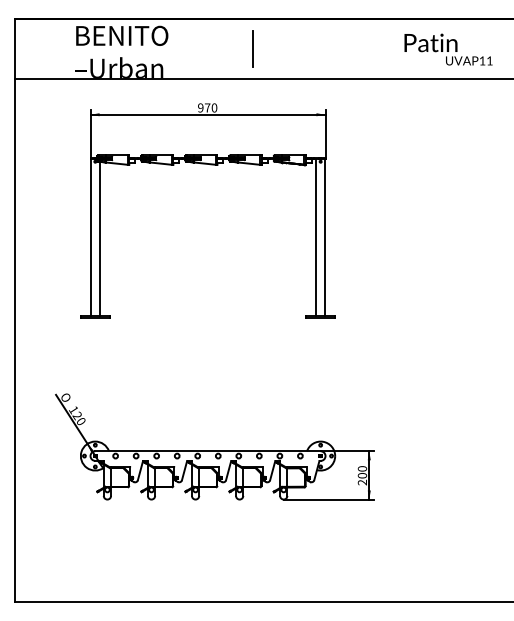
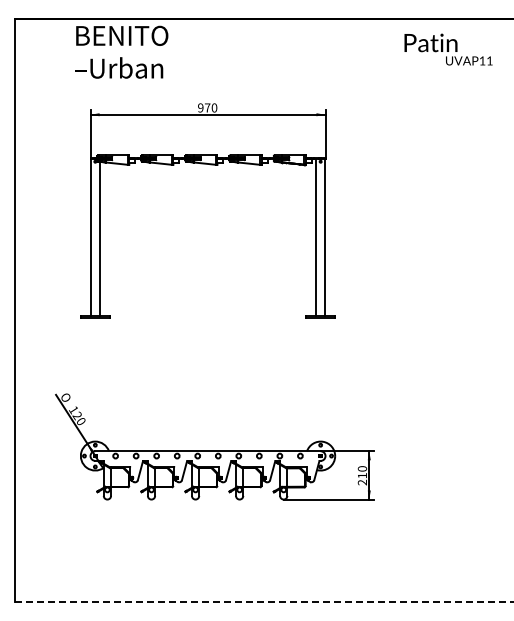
line at (252, 48): present -> none
line at (262, 79): present -> none
text at (362, 475): 200 -> 210
line at (264, 602): solid -> dashed
